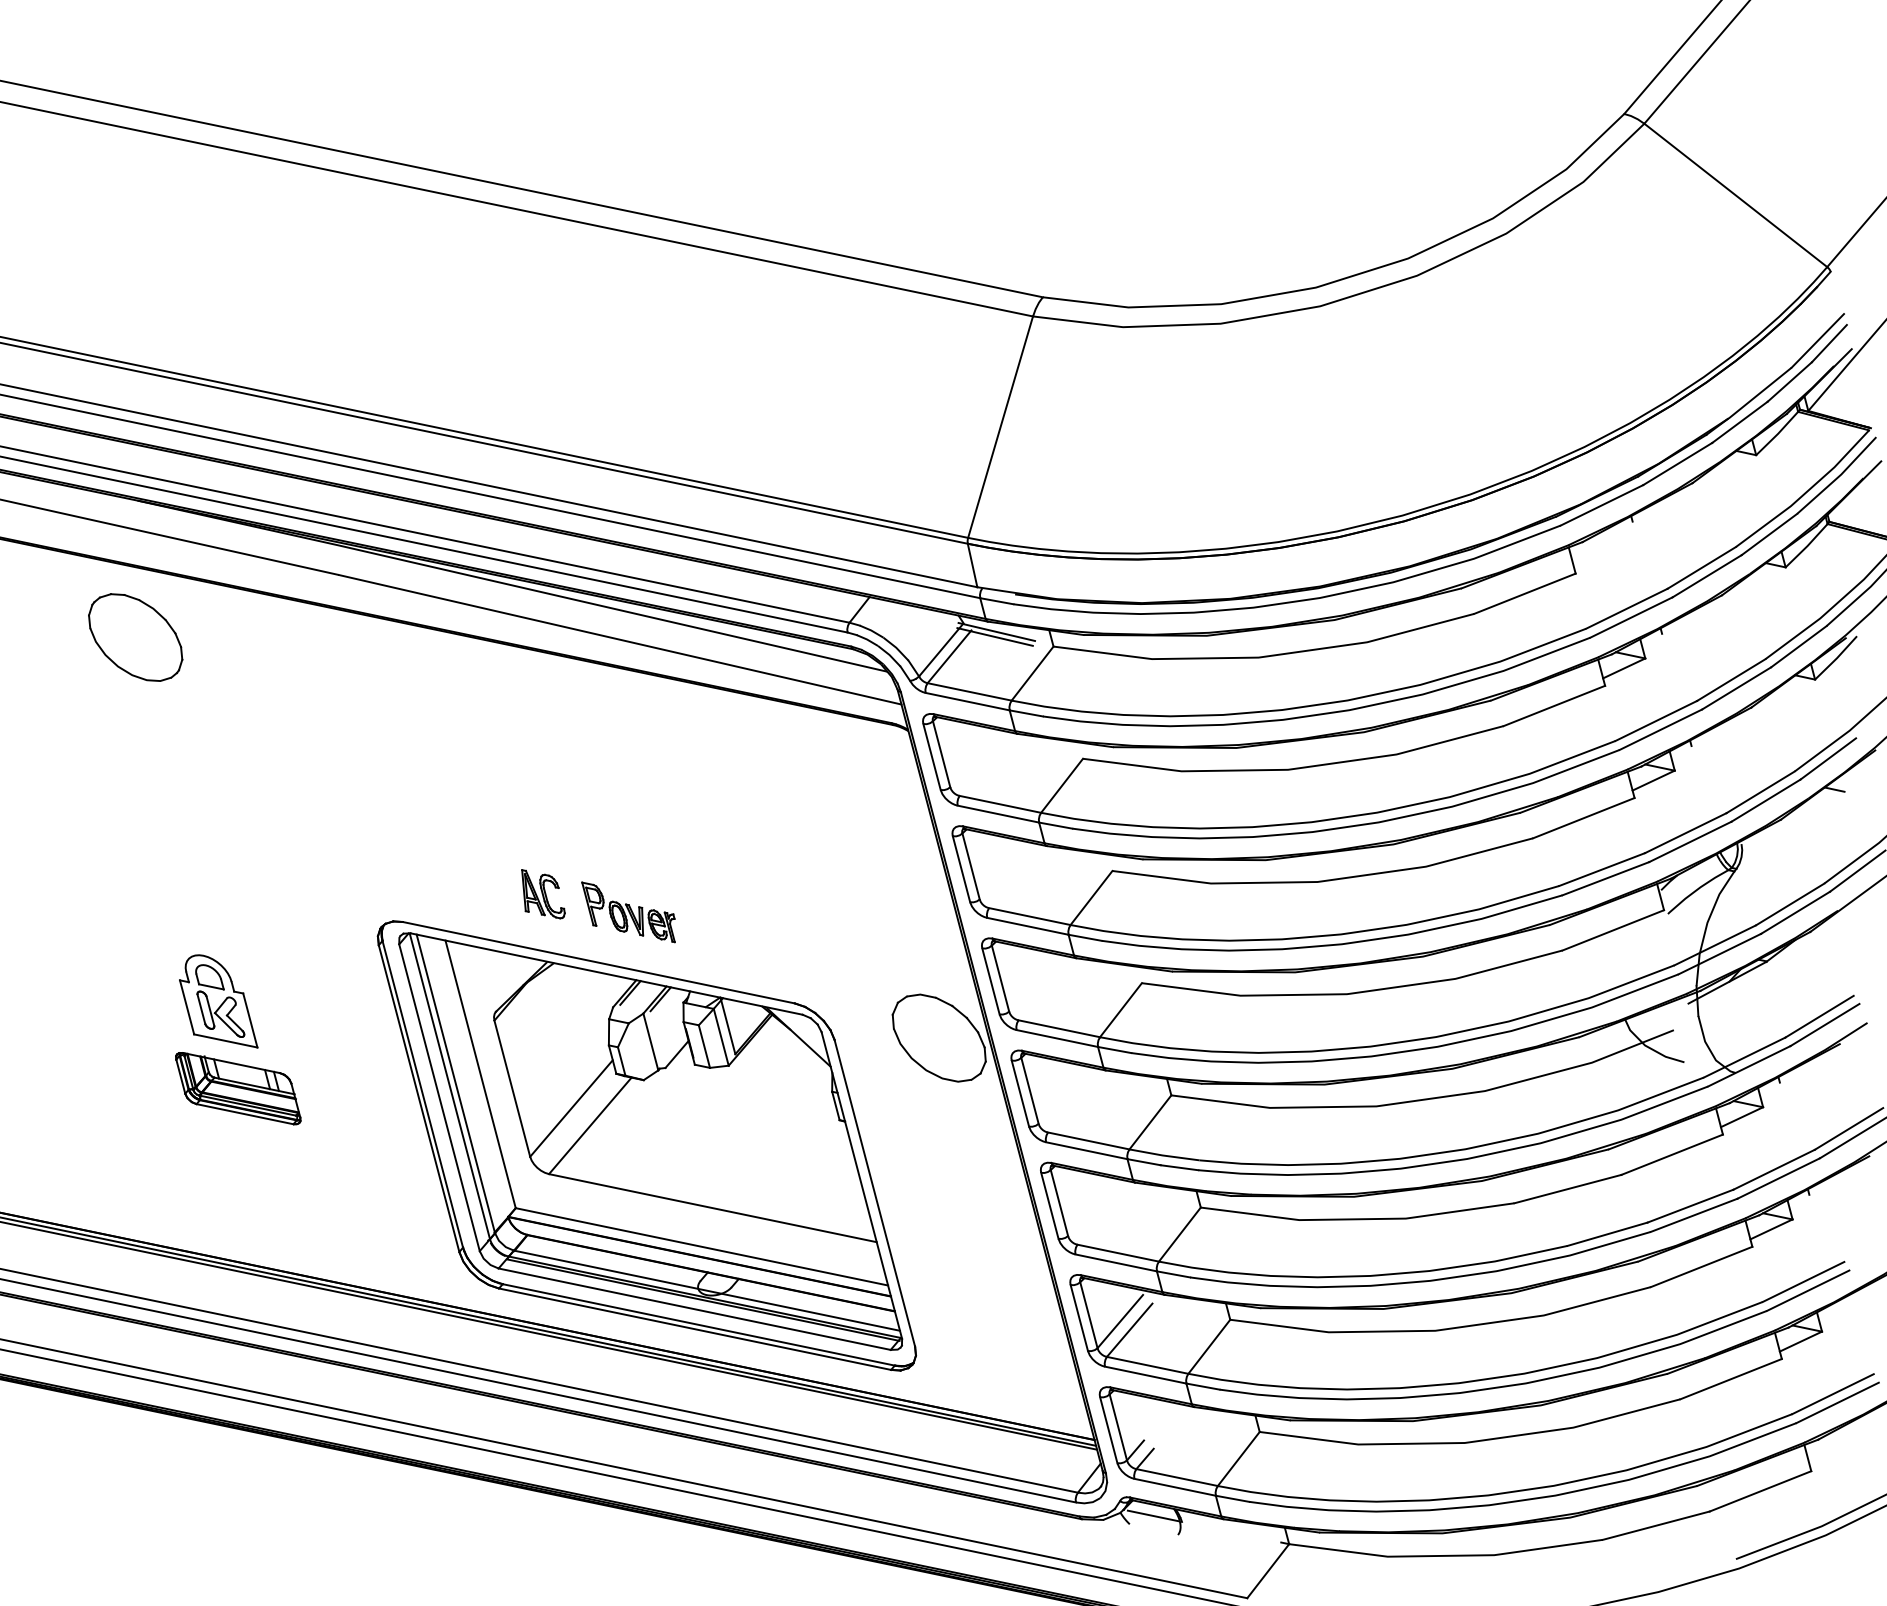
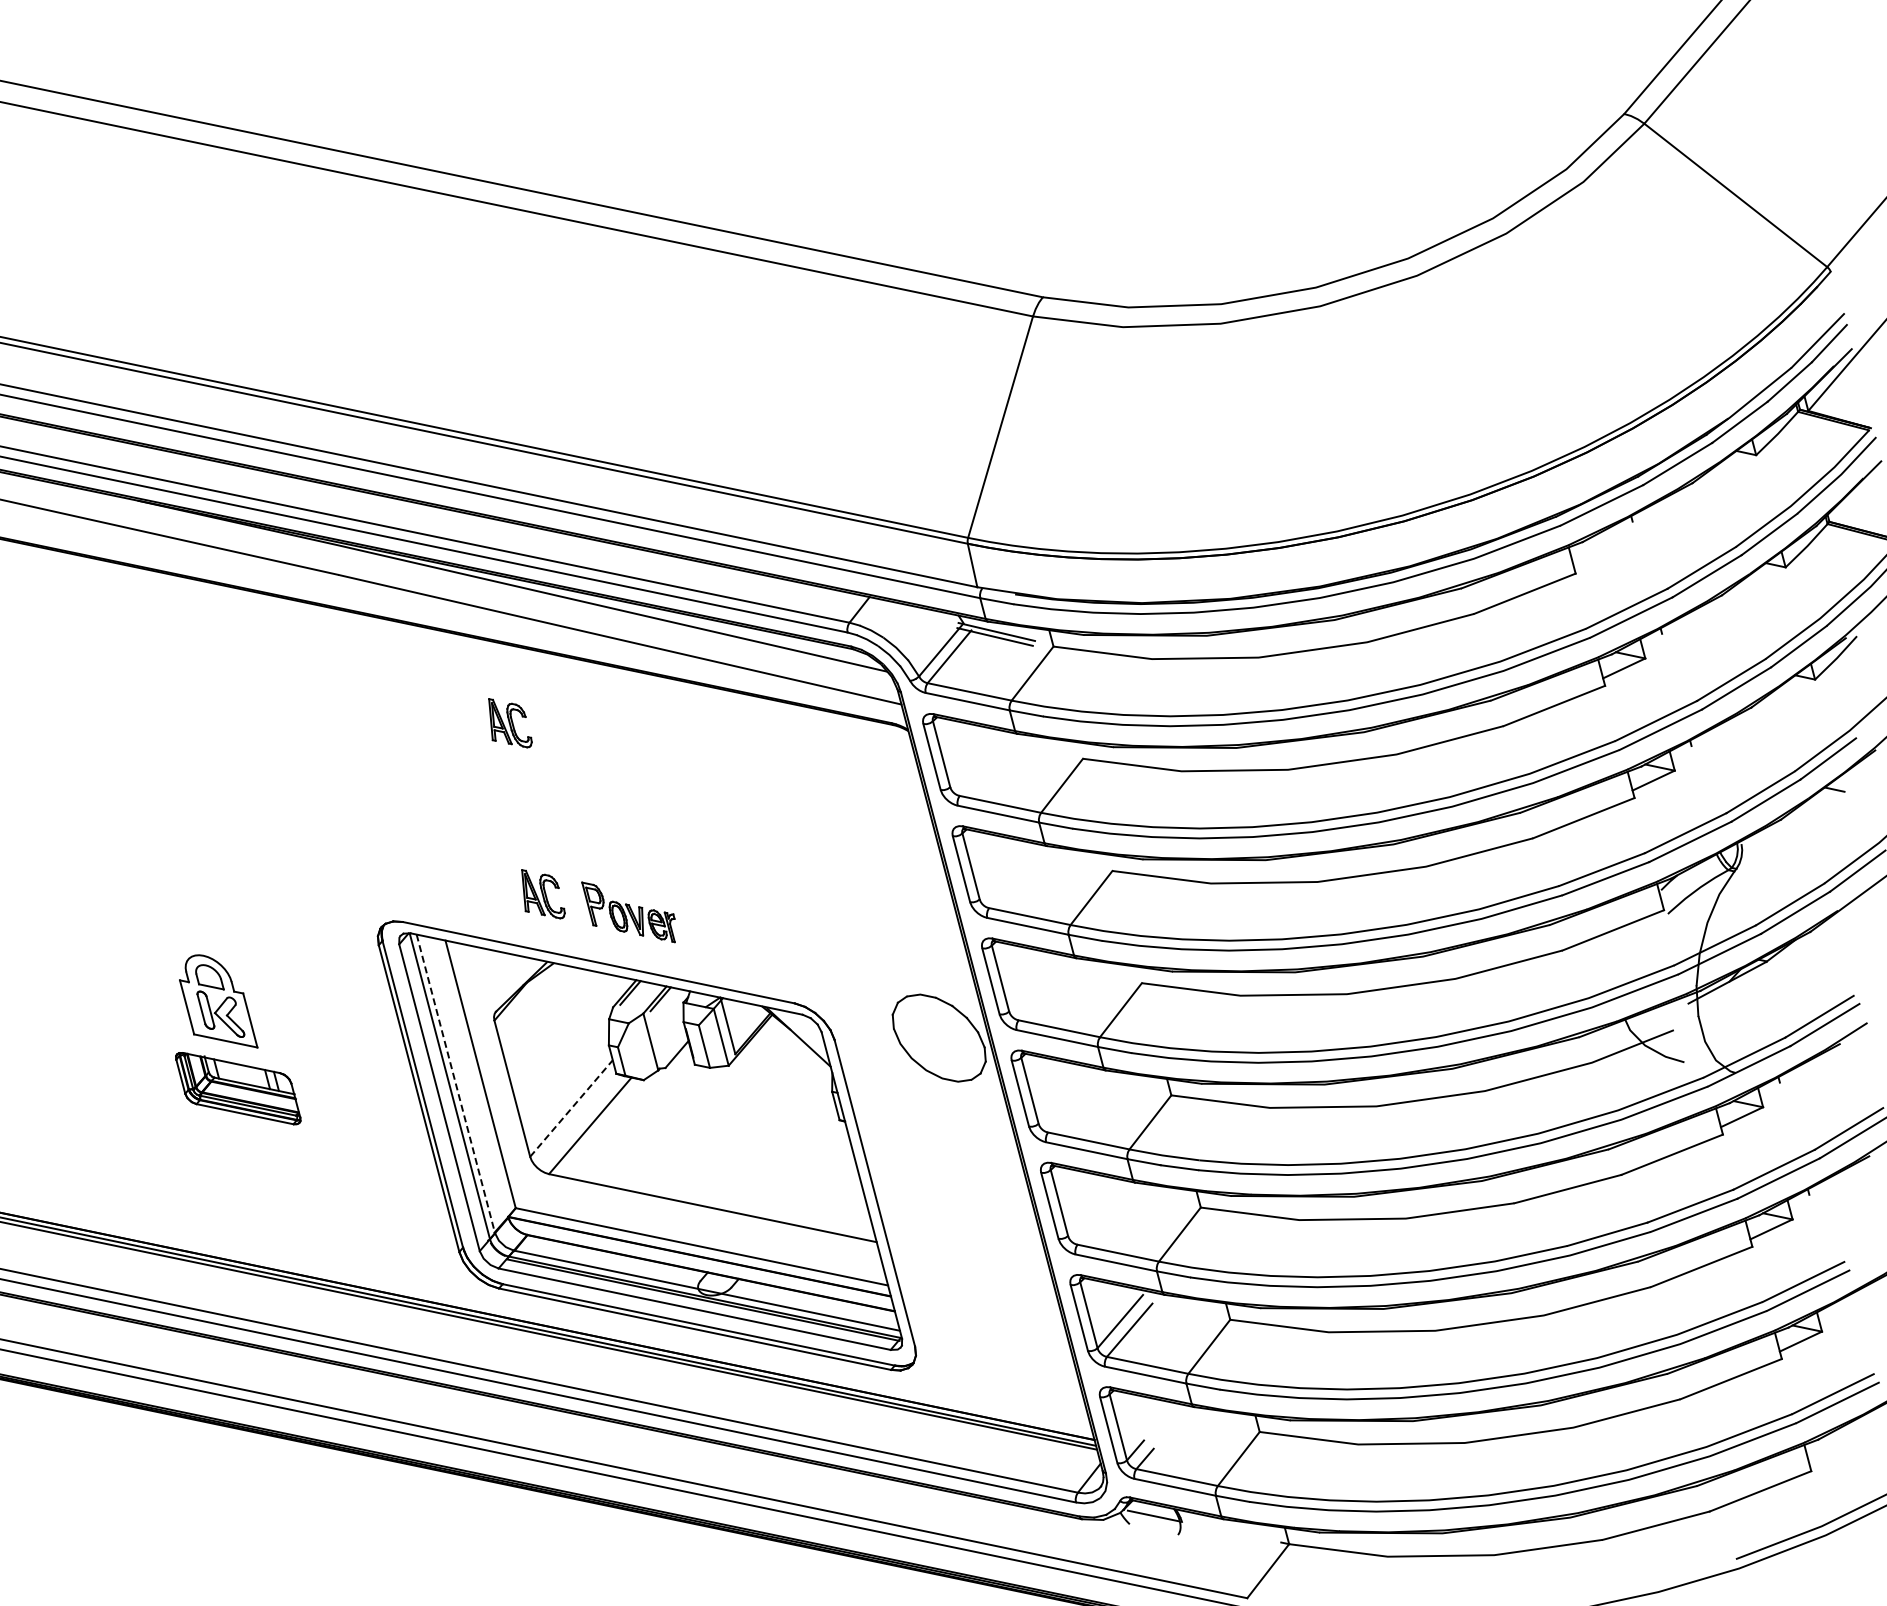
part at (135, 637): present -> none
part at (510, 723): none -> present
line at (456, 1084): solid -> dashed
line at (571, 1108): solid -> dashed
